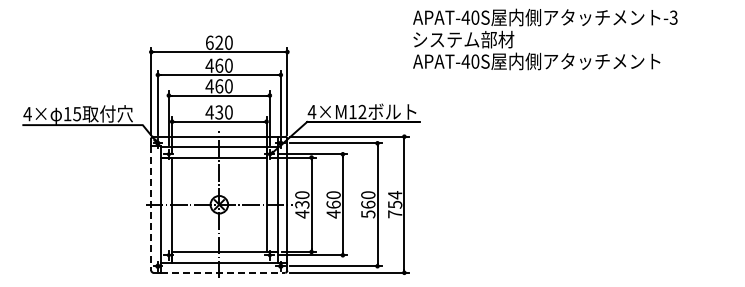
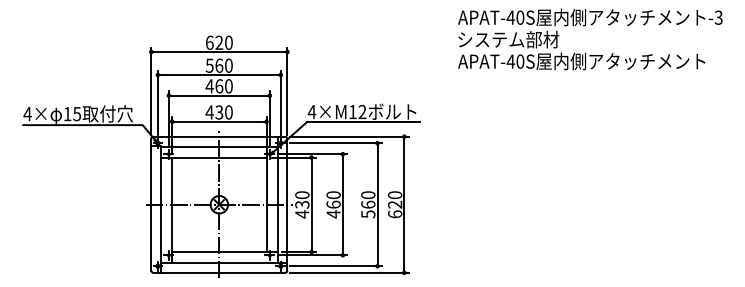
text at (545, 39) position: (545, 39) -> (590, 39)
text at (209, 65): 460 -> 560
text at (395, 204): 754 -> 620
line at (151, 208): dashed -> solid
line at (223, 272): dashed -> solid
